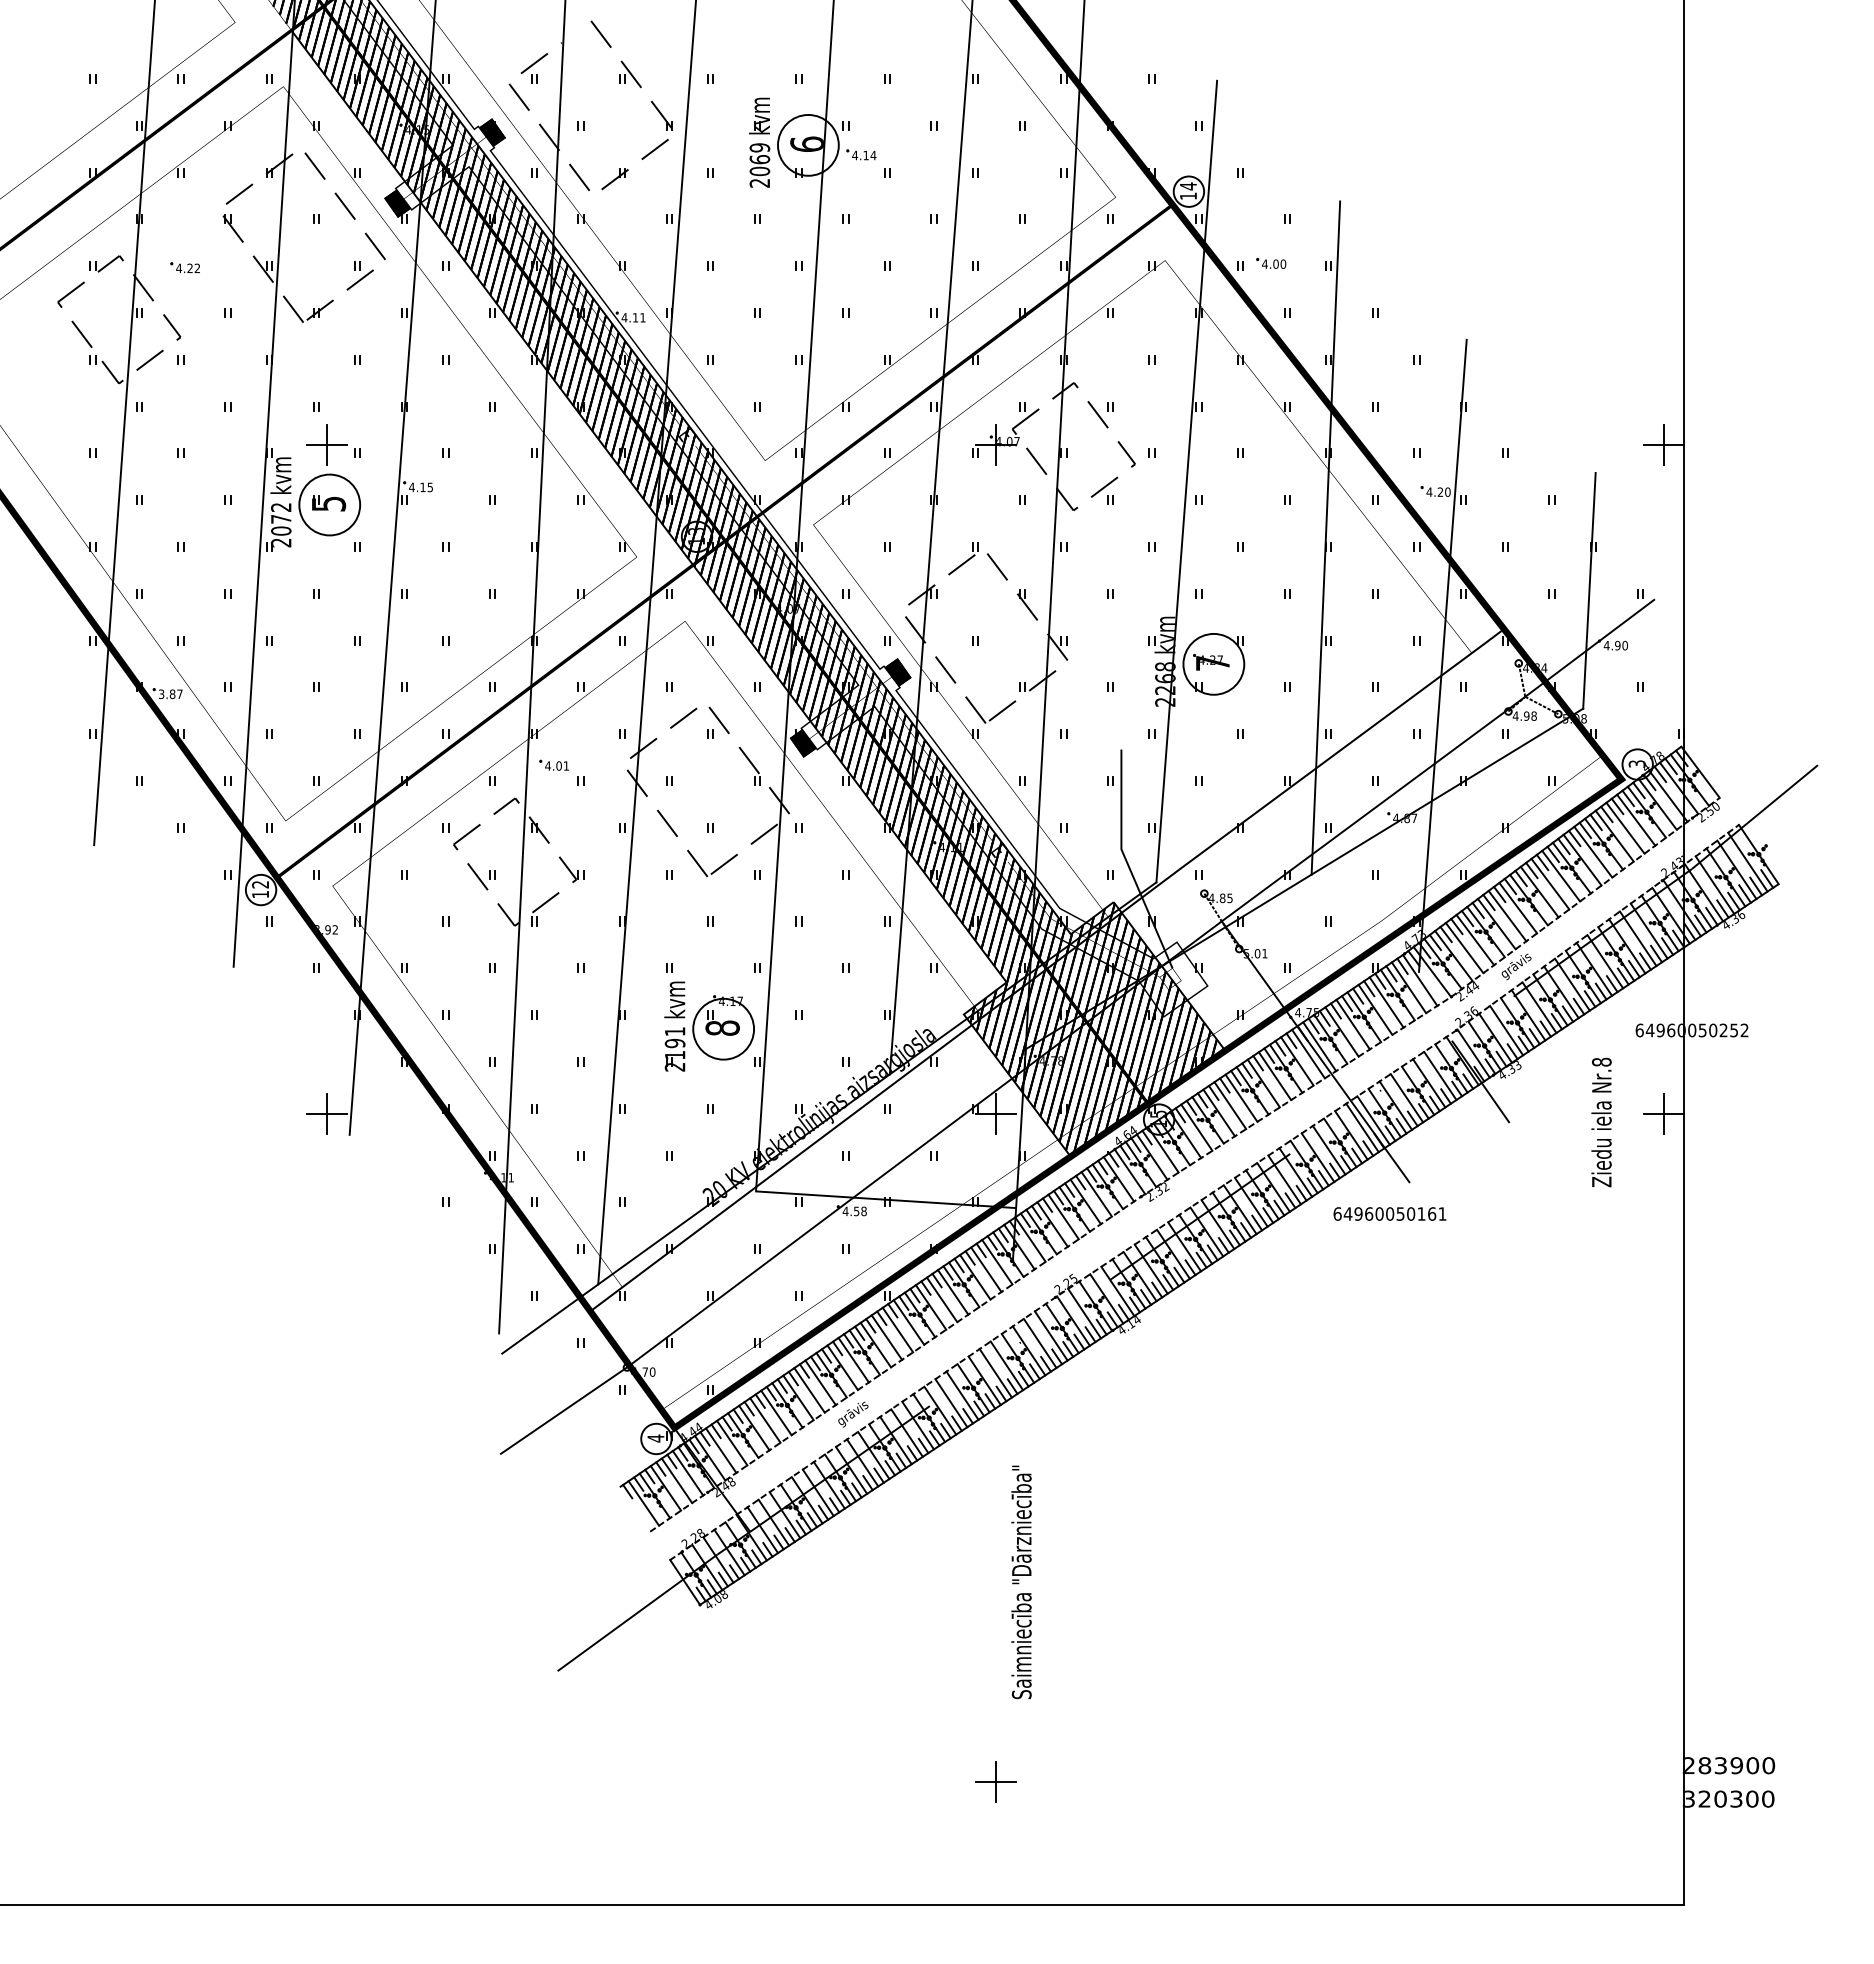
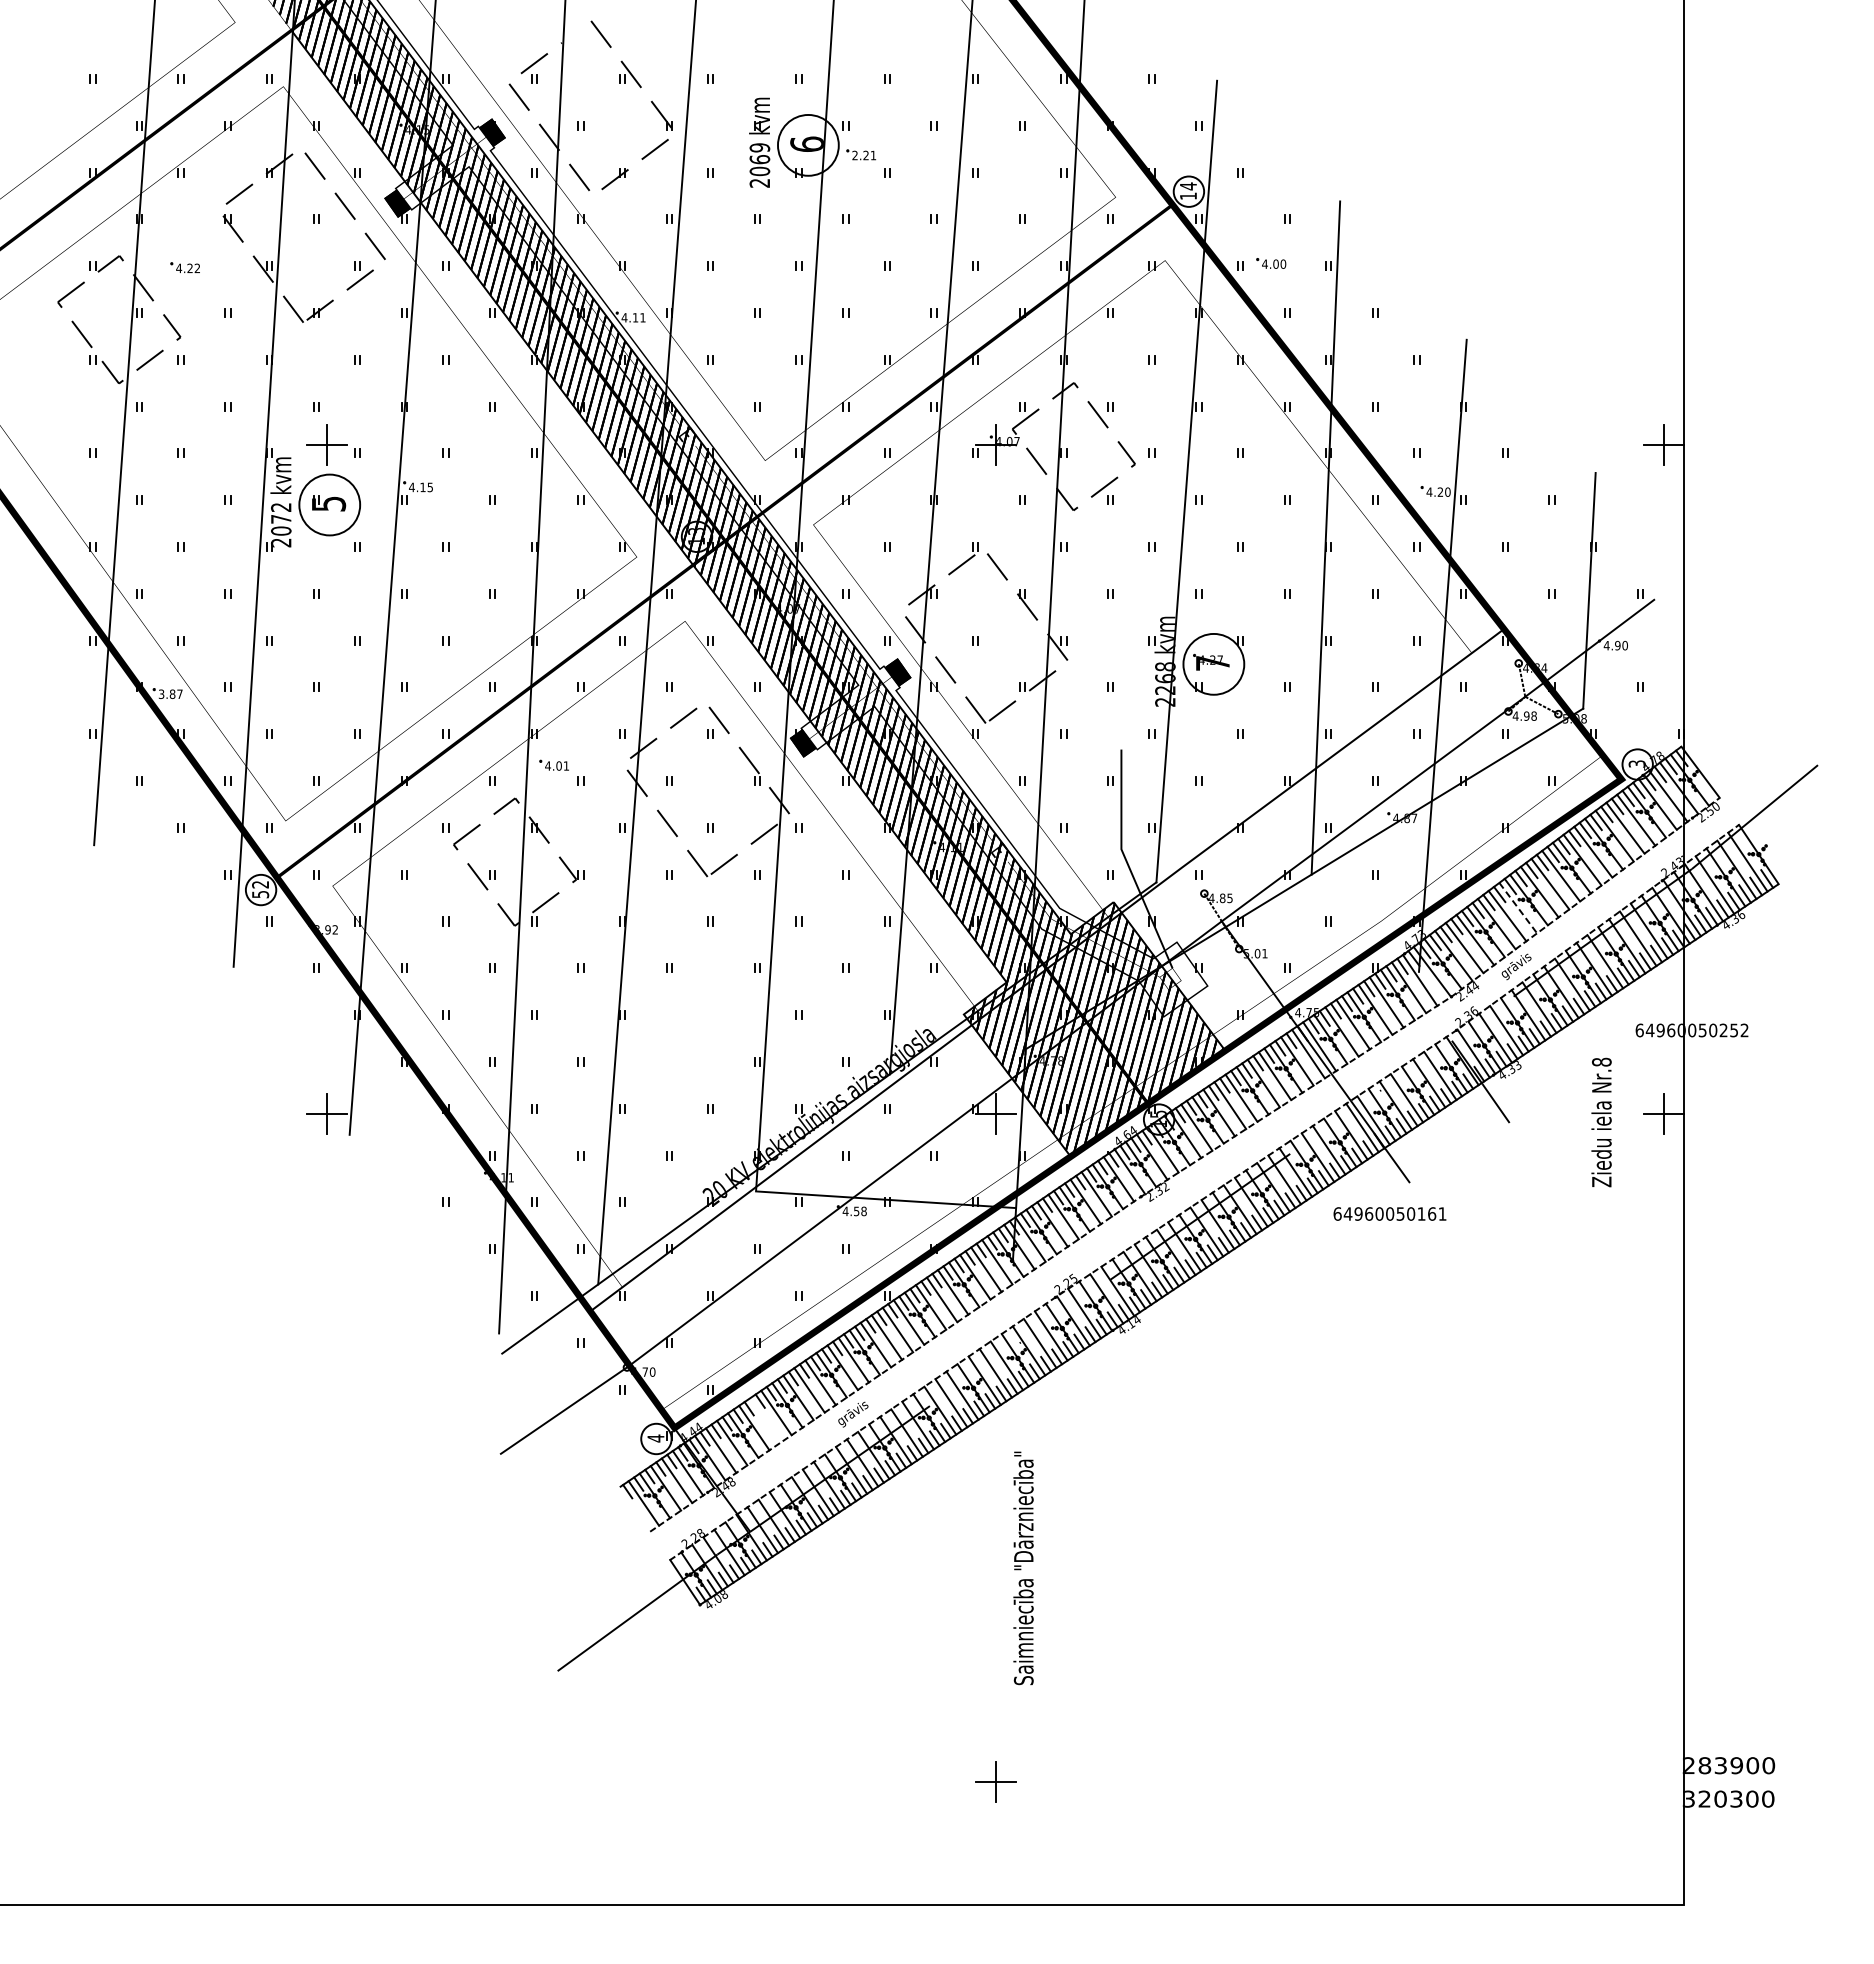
text at (864, 155): 4.14 -> 2.21
text at (260, 894): 12 -> 52
line at (1518, 908): solid -> dashed
part at (709, 1026): present -> none
line at (765, 1420): present -> none
text at (1021, 1582) position: (1021, 1582) -> (1023, 1568)
